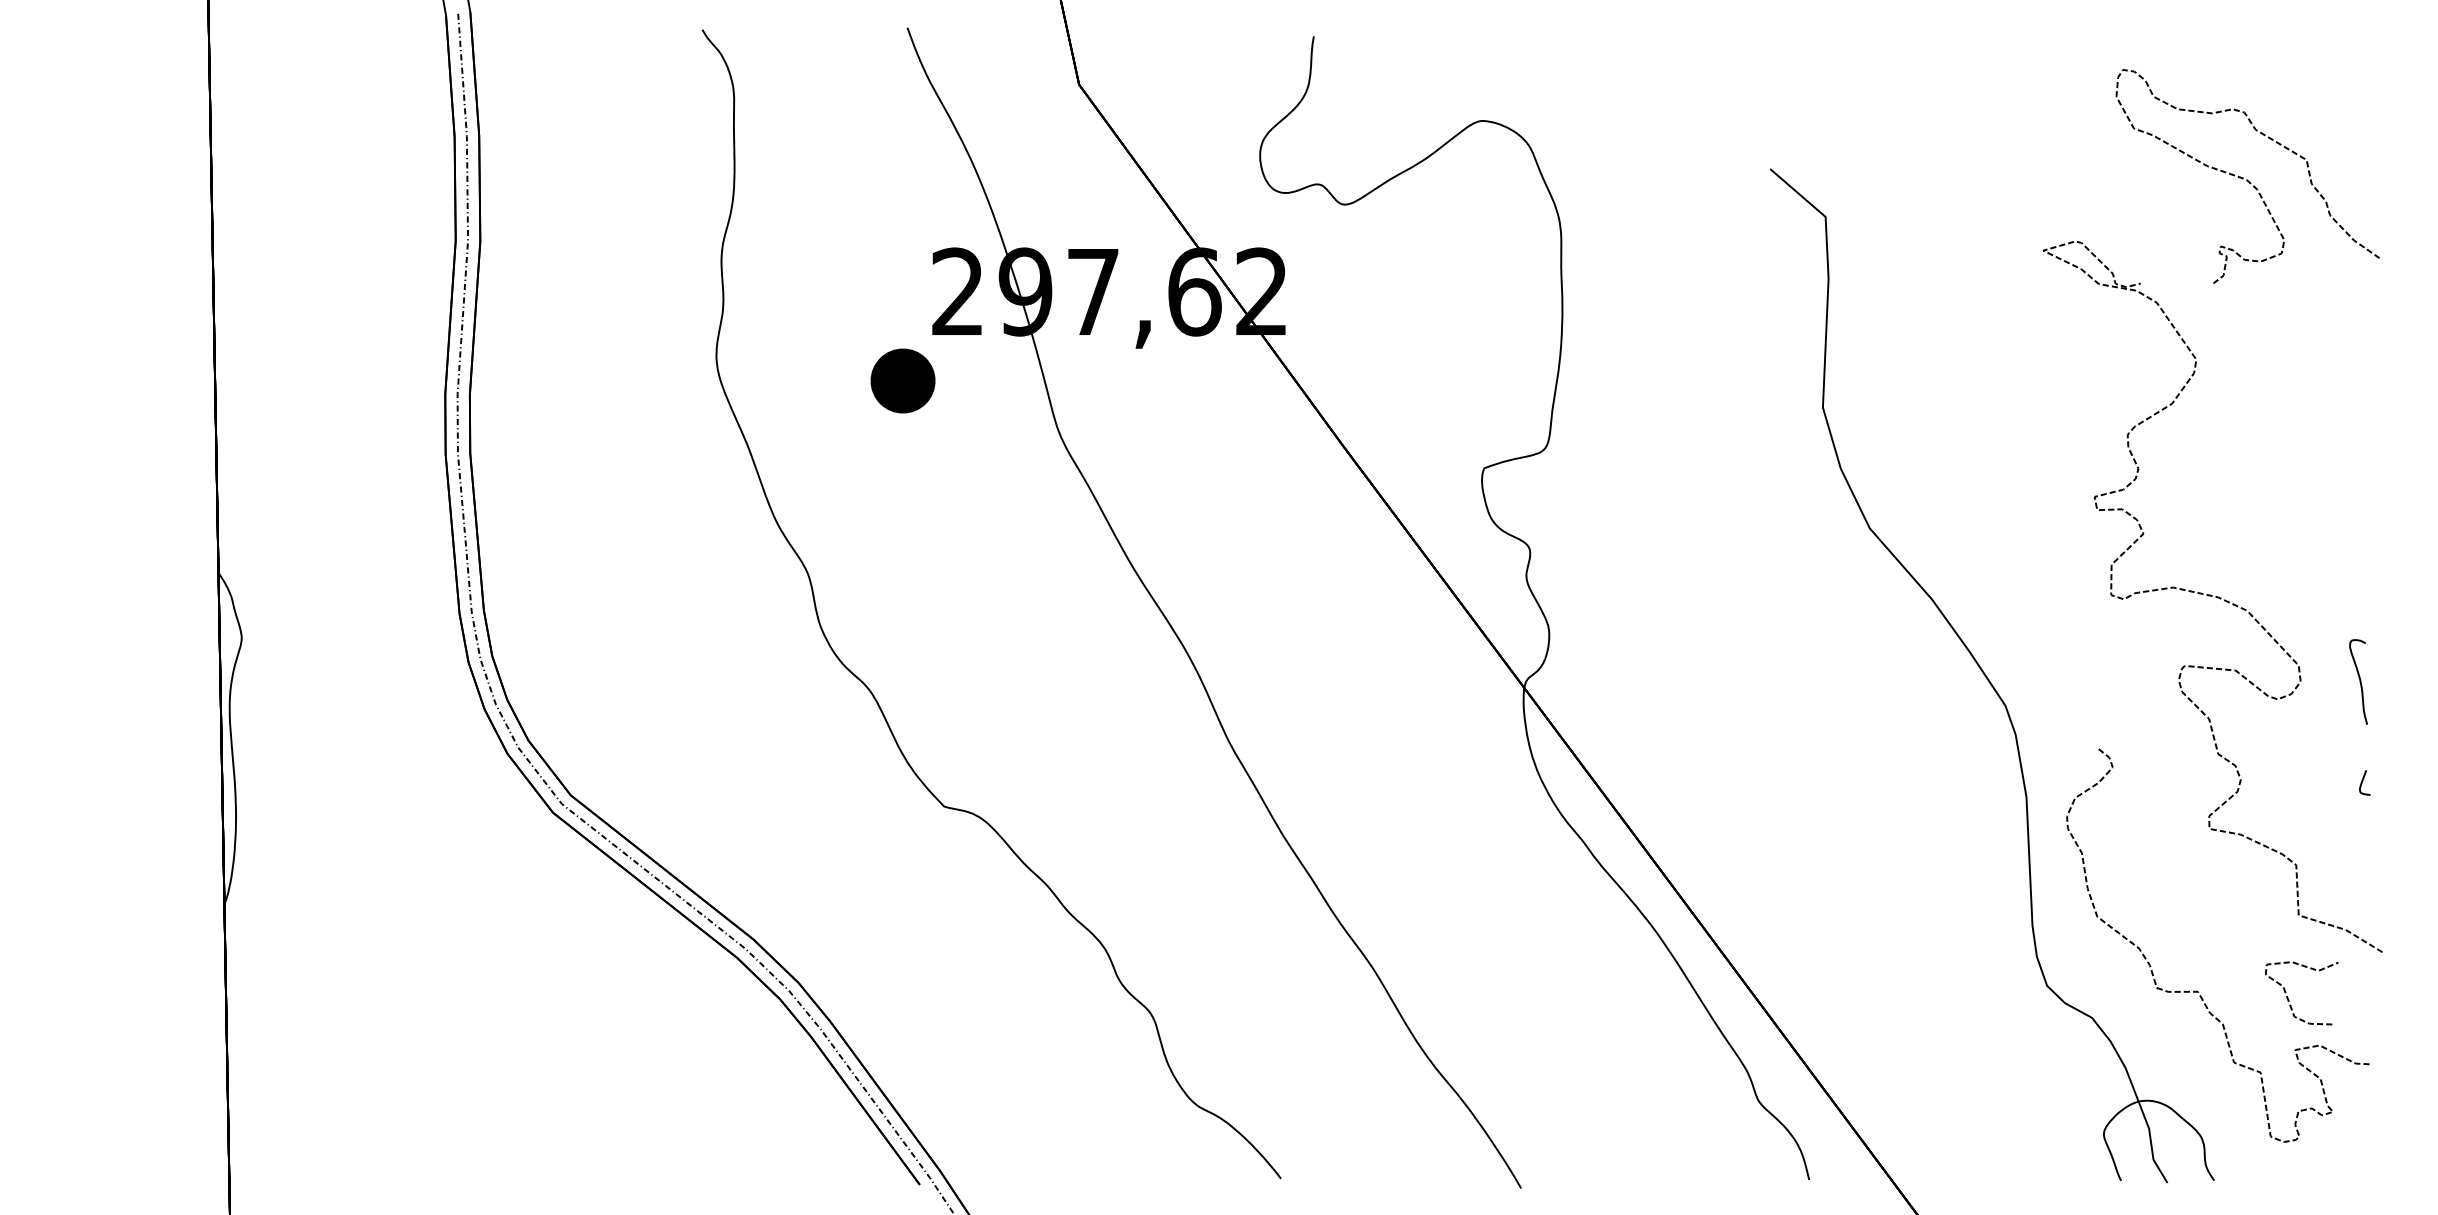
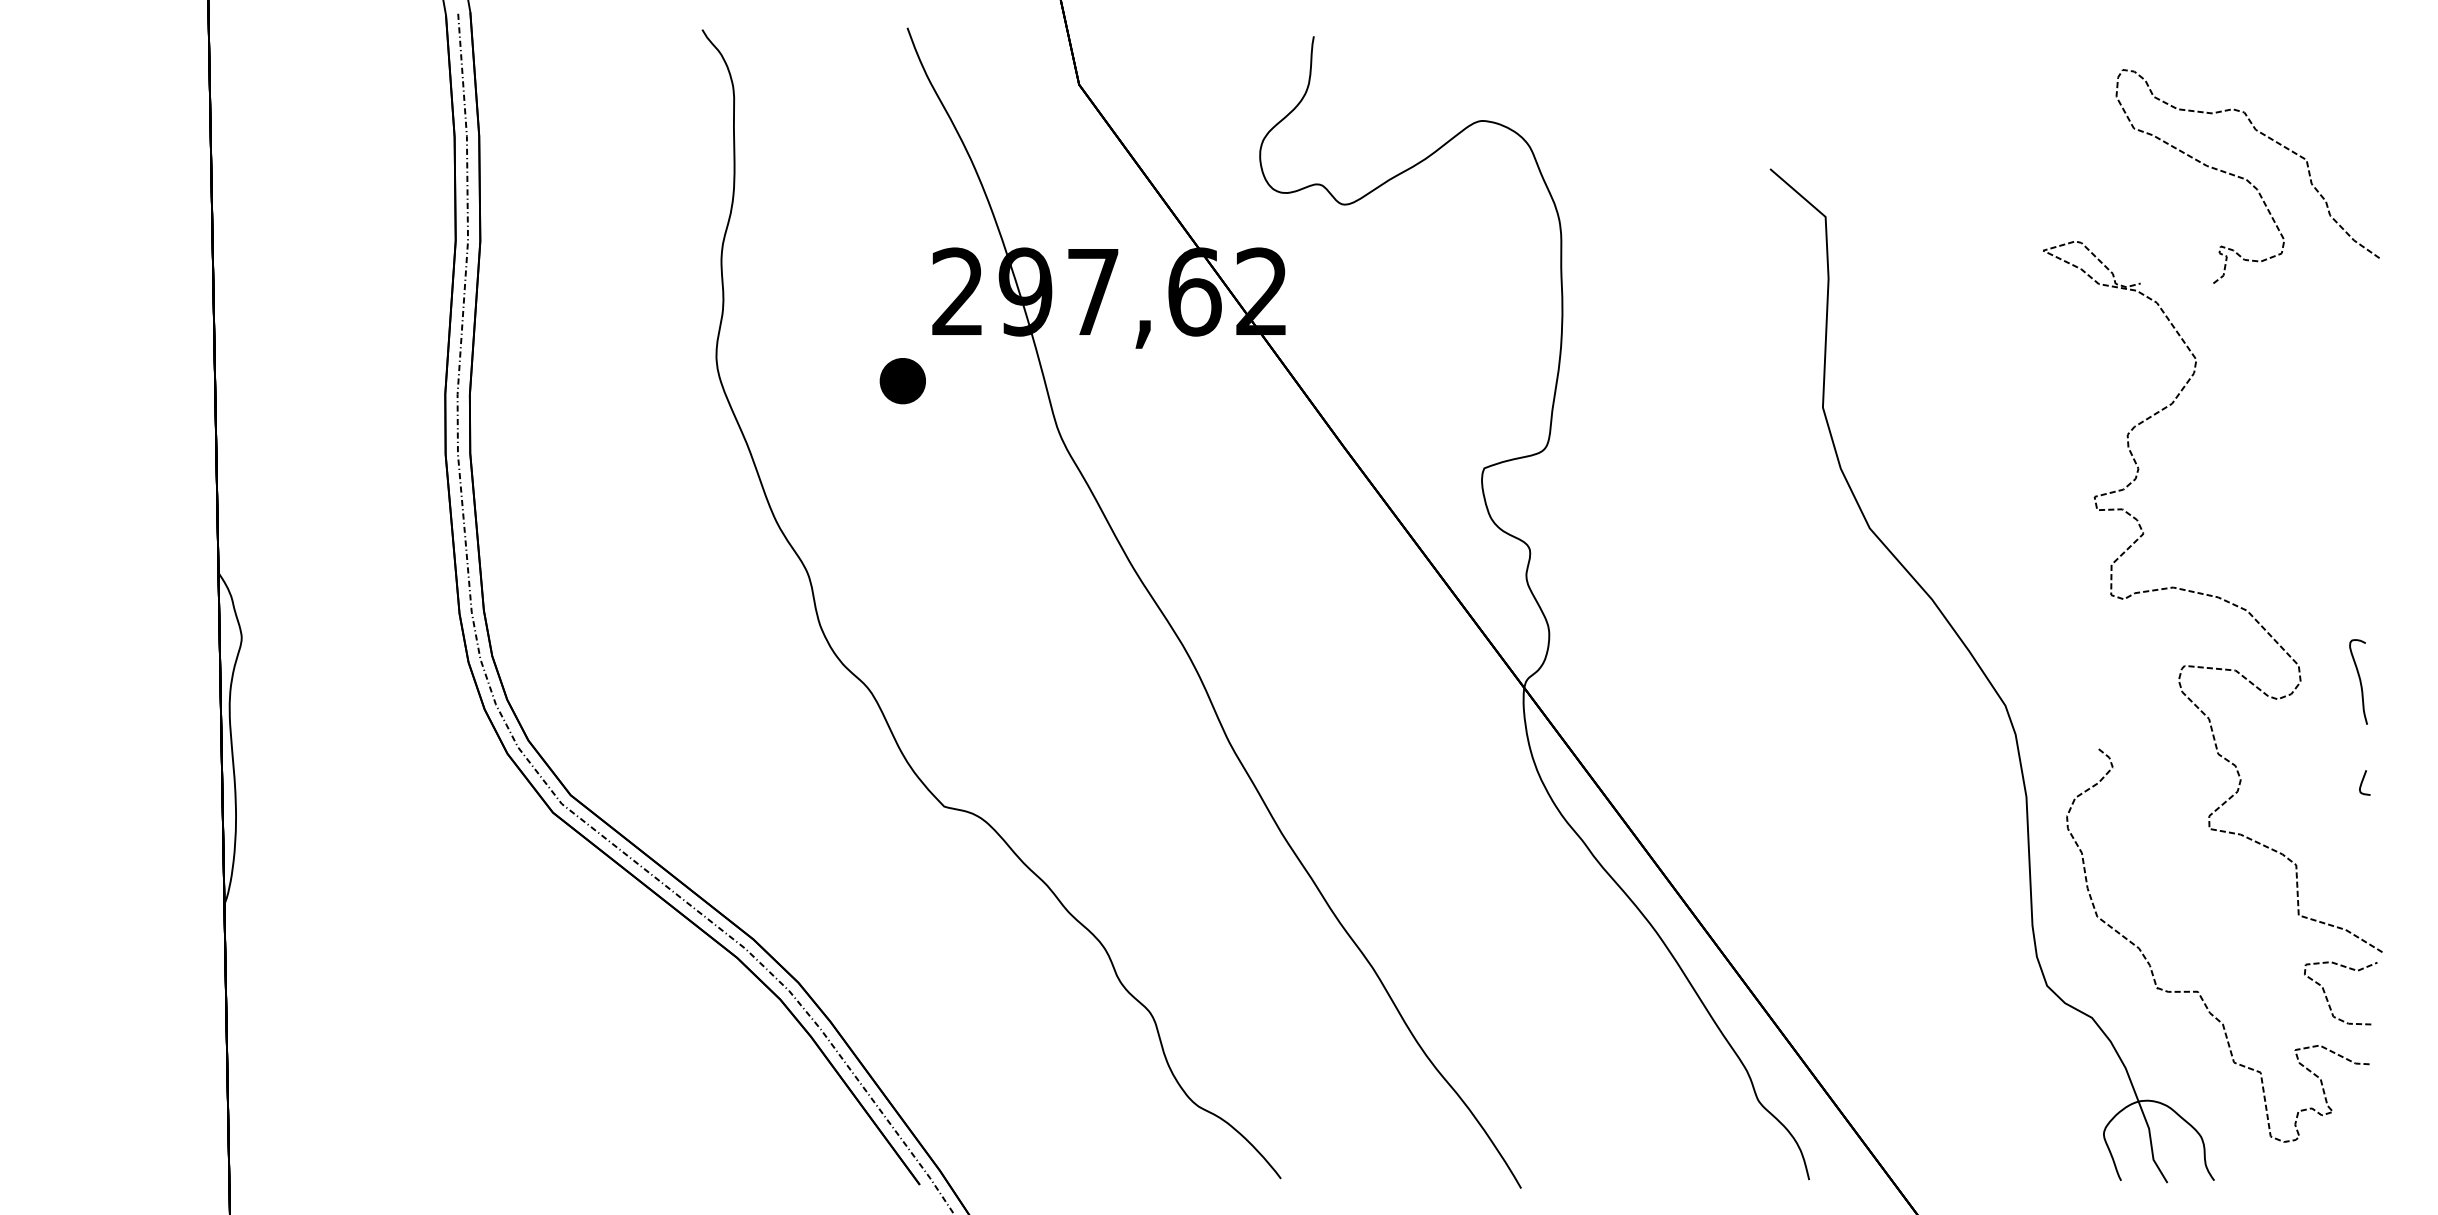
part at (902, 380) size: 66x66 px -> 47x47 px
curve at (2288, 997) position: (2288, 997) -> (2327, 997)
